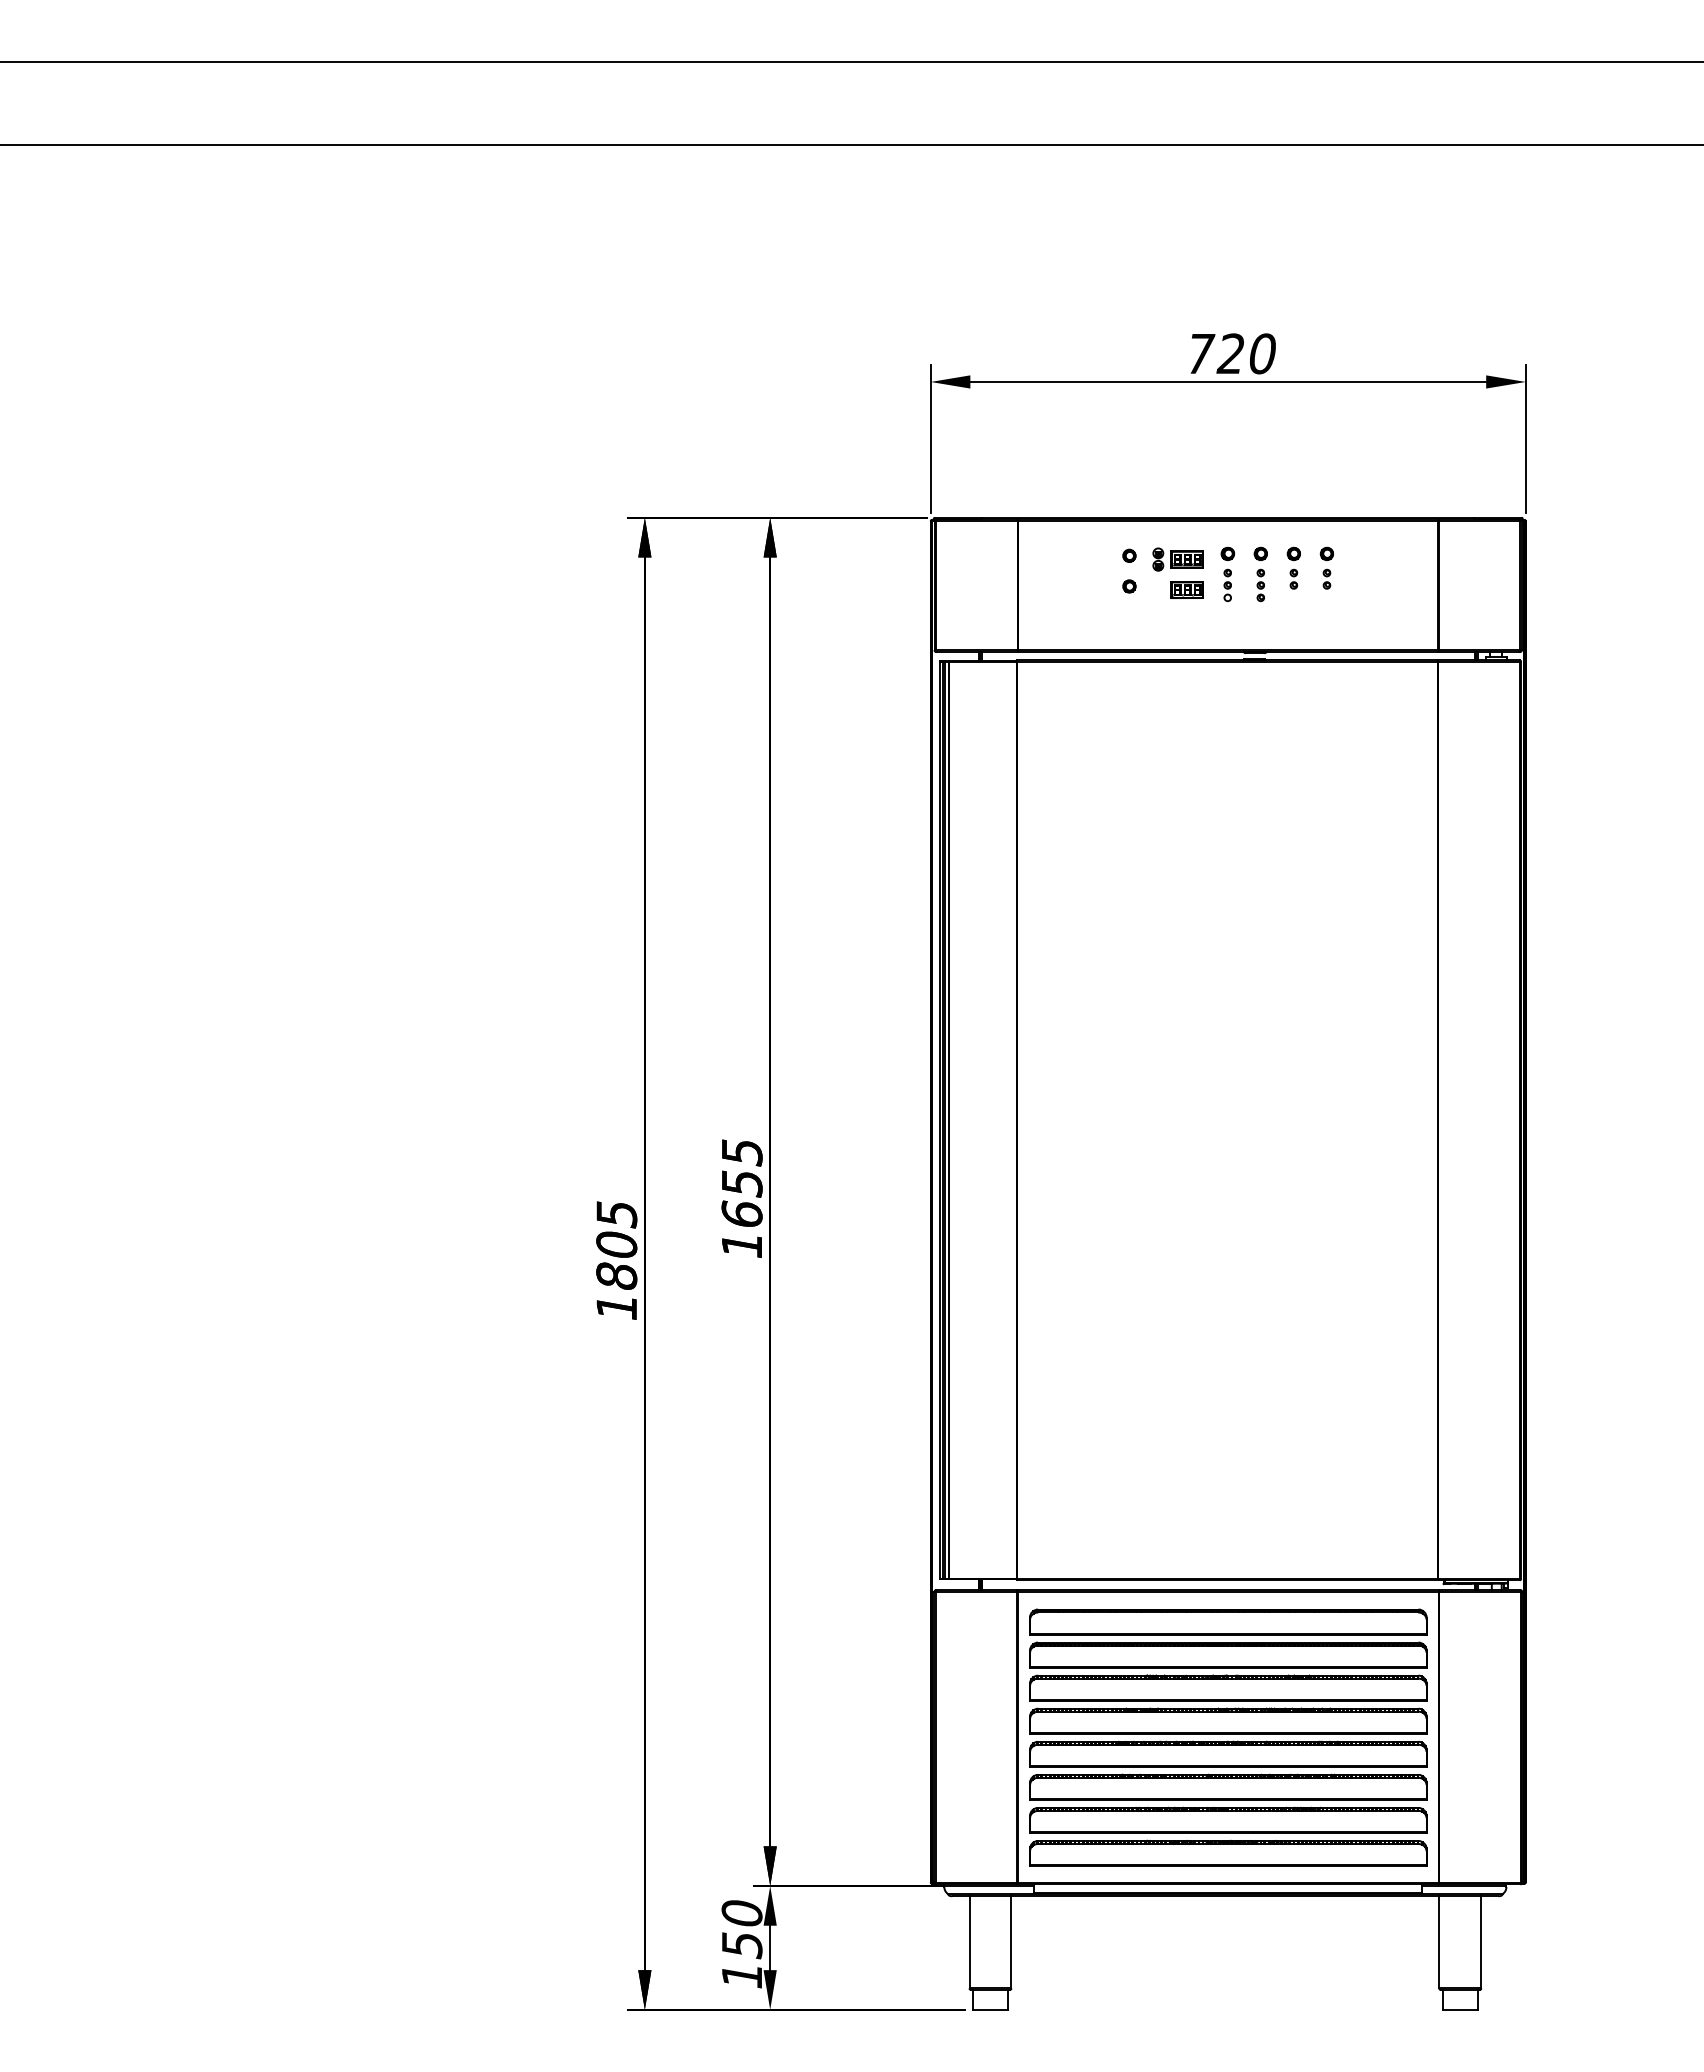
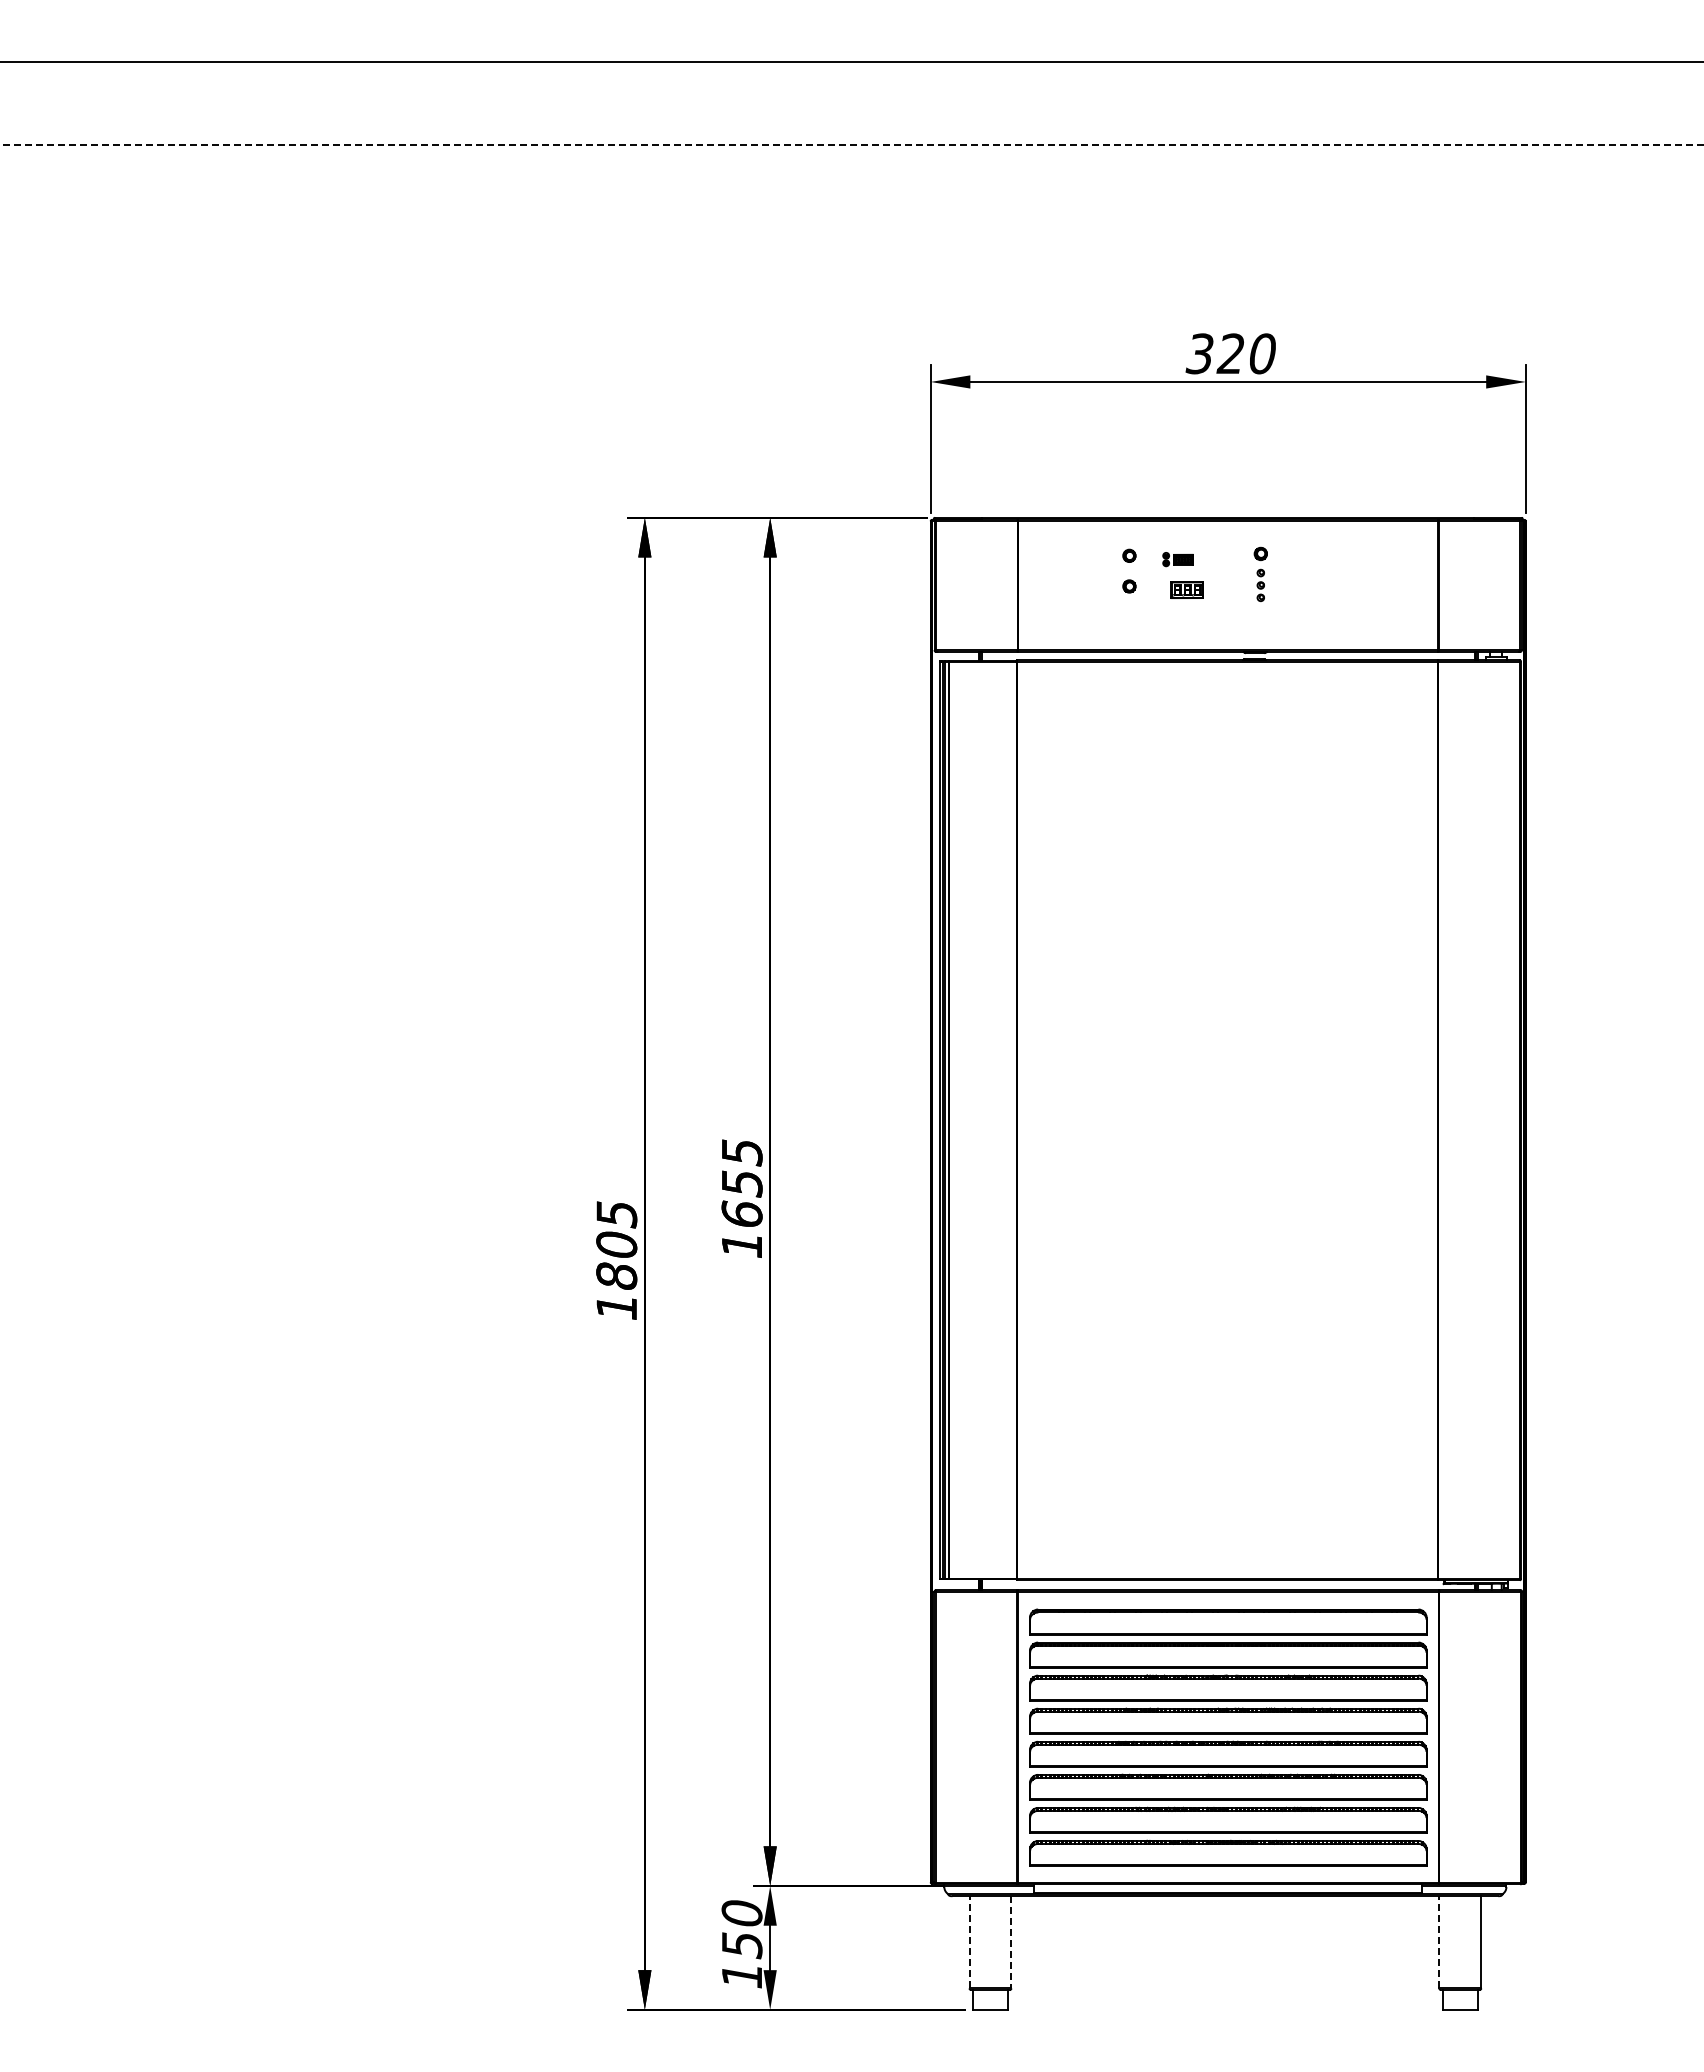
line at (852, 145): solid -> dashed
text at (1200, 353): 720 -> 320
part at (1177, 559) size: 52x25 px -> 32x16 px
part at (1293, 567): present -> none
part at (1326, 567): present -> none
part at (1227, 574): present -> none
line at (969, 1941): solid -> dashed
line at (1439, 1941): solid -> dashed
line at (1011, 1942): solid -> dashed
